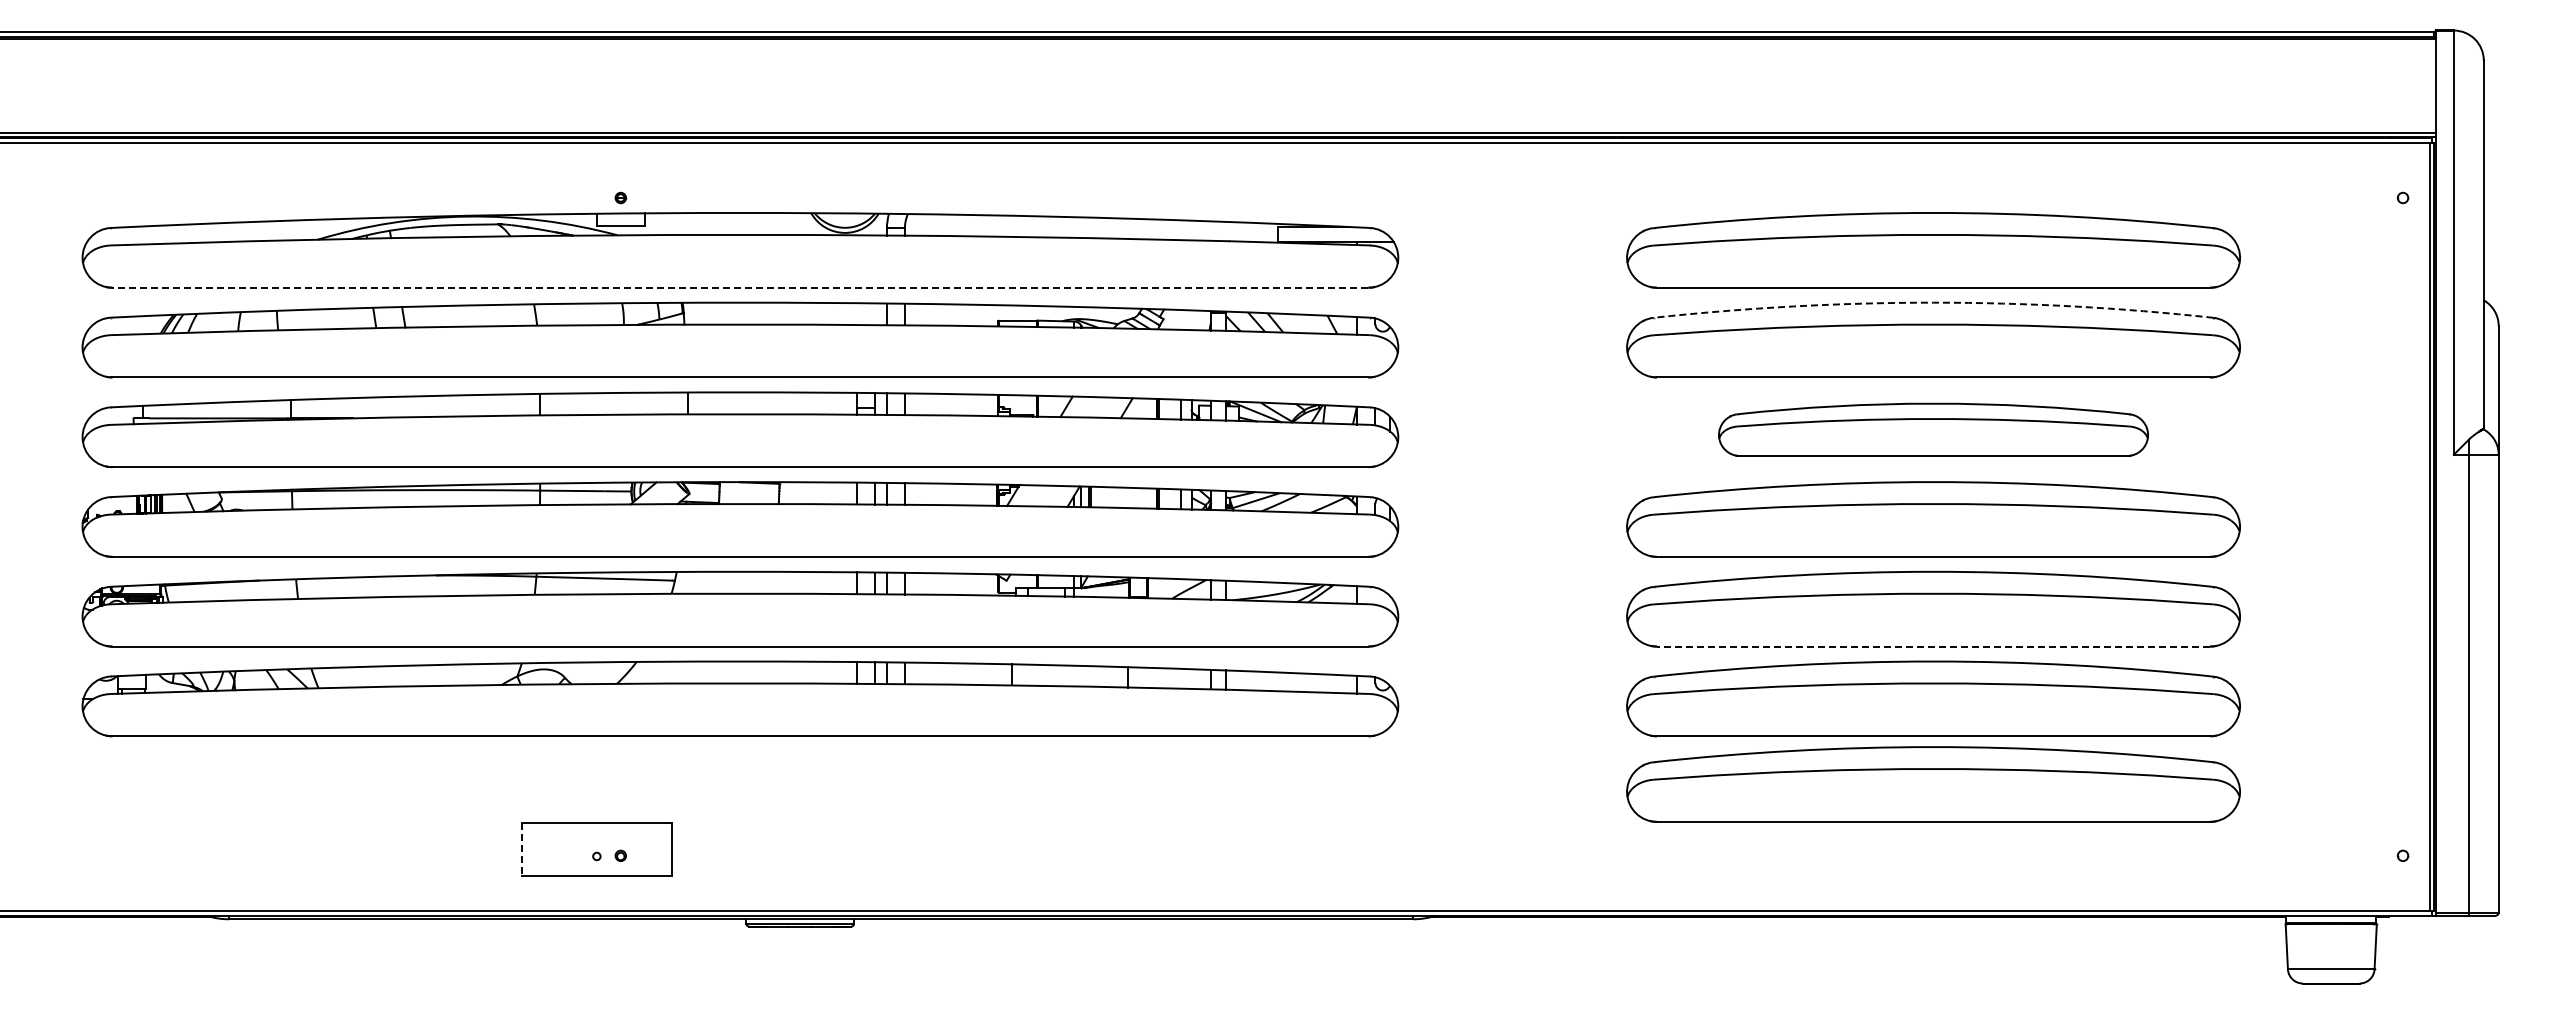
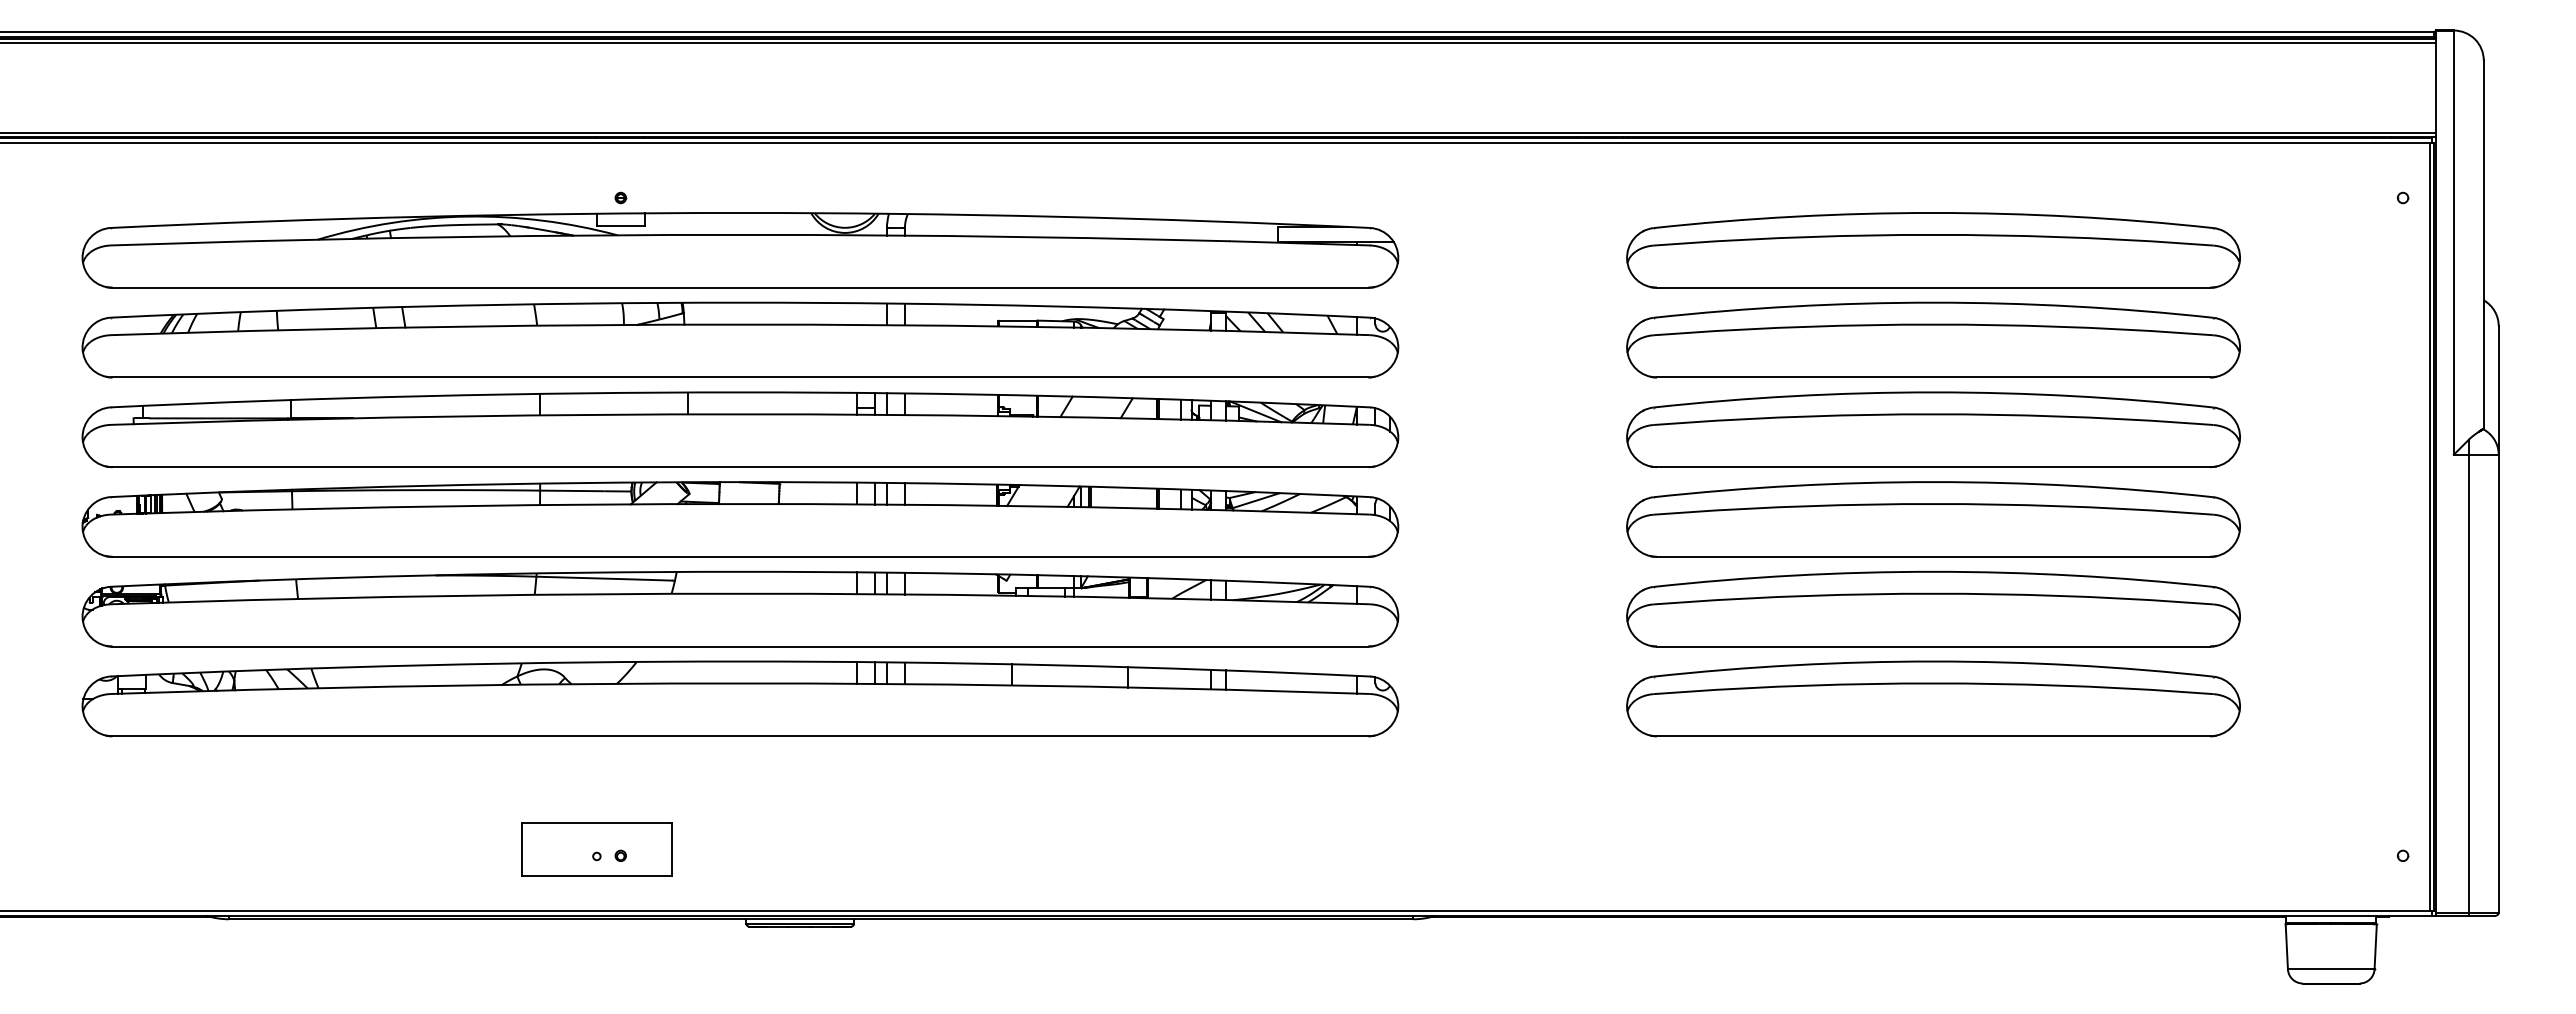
line at (1218, 43): none -> present
line at (740, 287): dashed -> solid
arc at (1933, 302): dashed -> solid
part at (1933, 429) size: 431x55 px -> 615x78 px
line at (1933, 646): dashed -> solid
part at (1933, 784): present -> none
line at (522, 850): dashed -> solid
